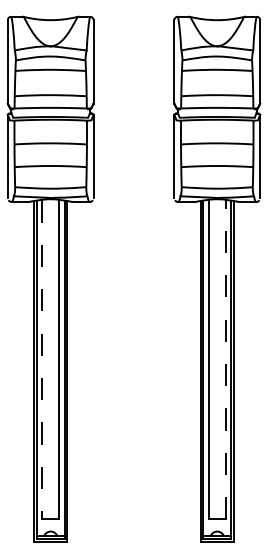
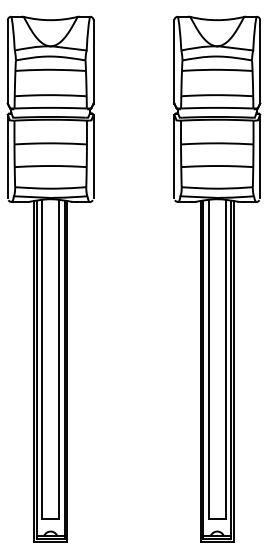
line at (41, 359): dashed -> solid
line at (225, 359): dashed -> solid
